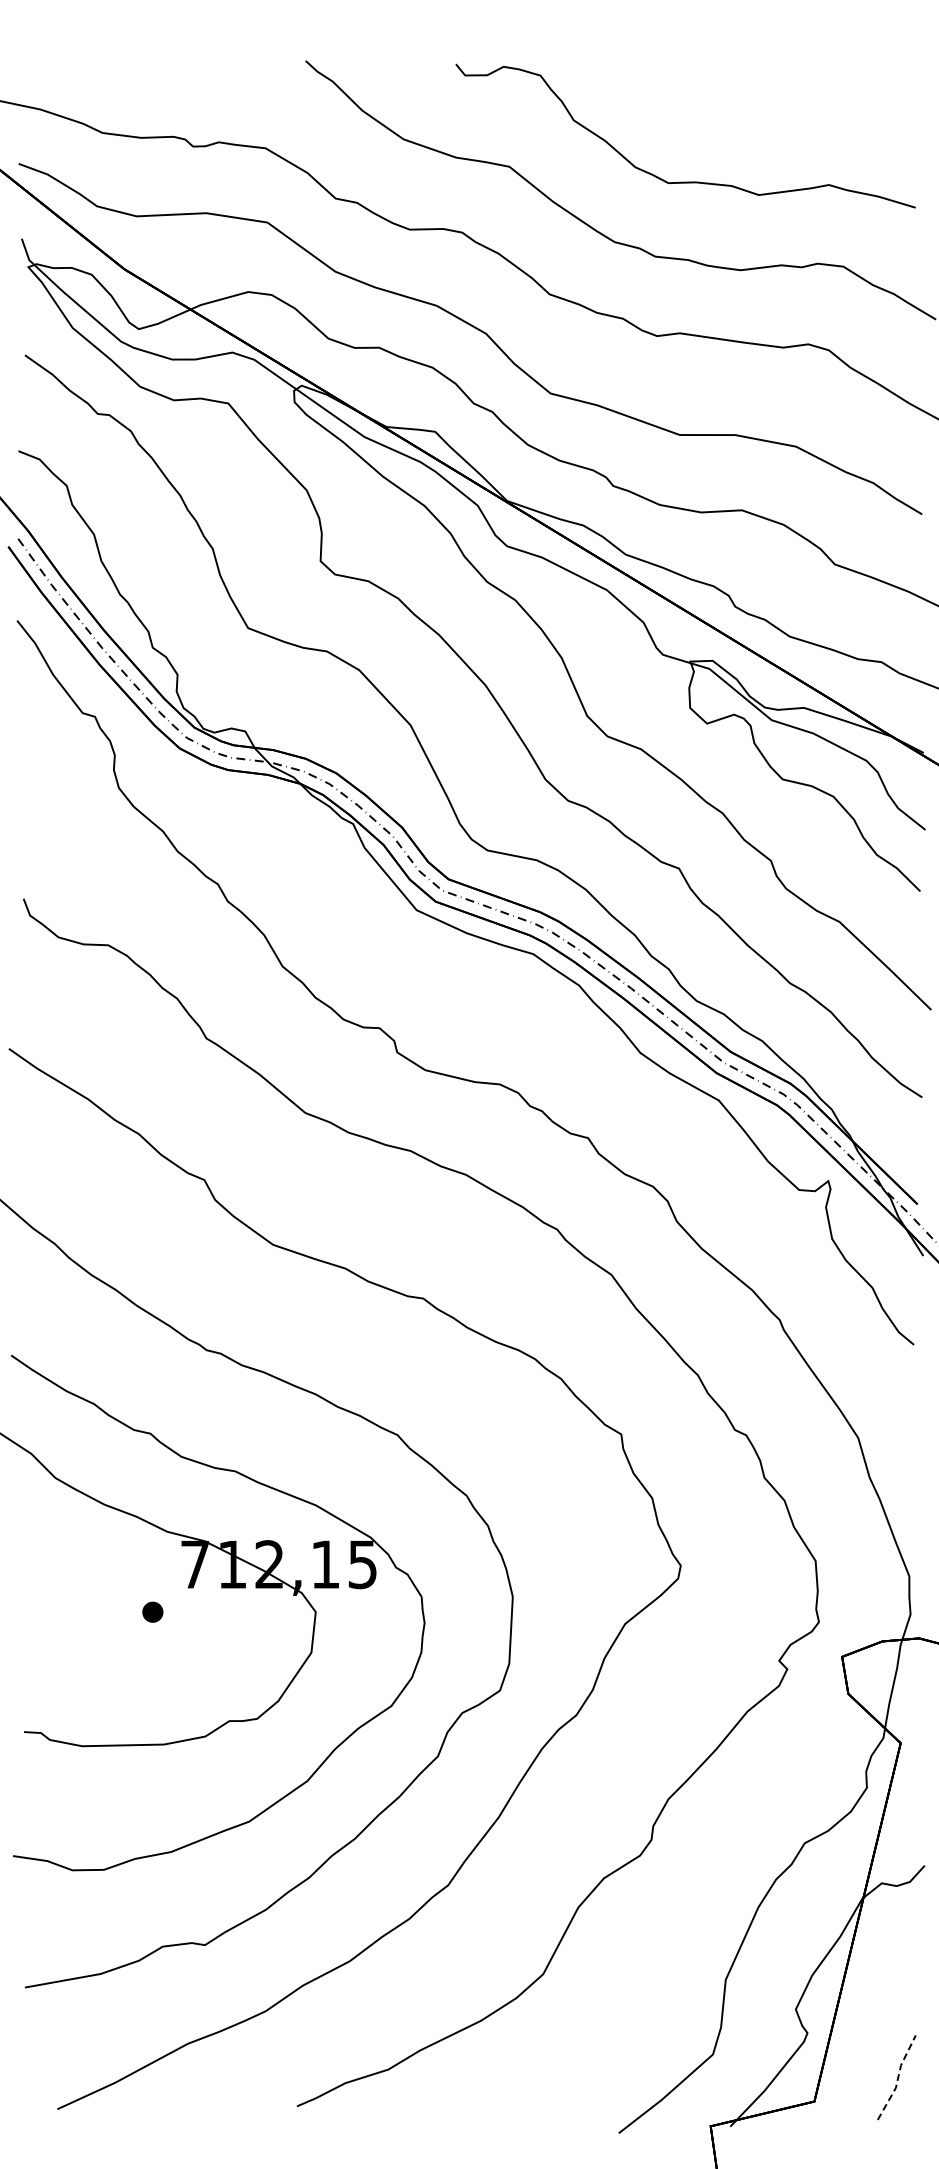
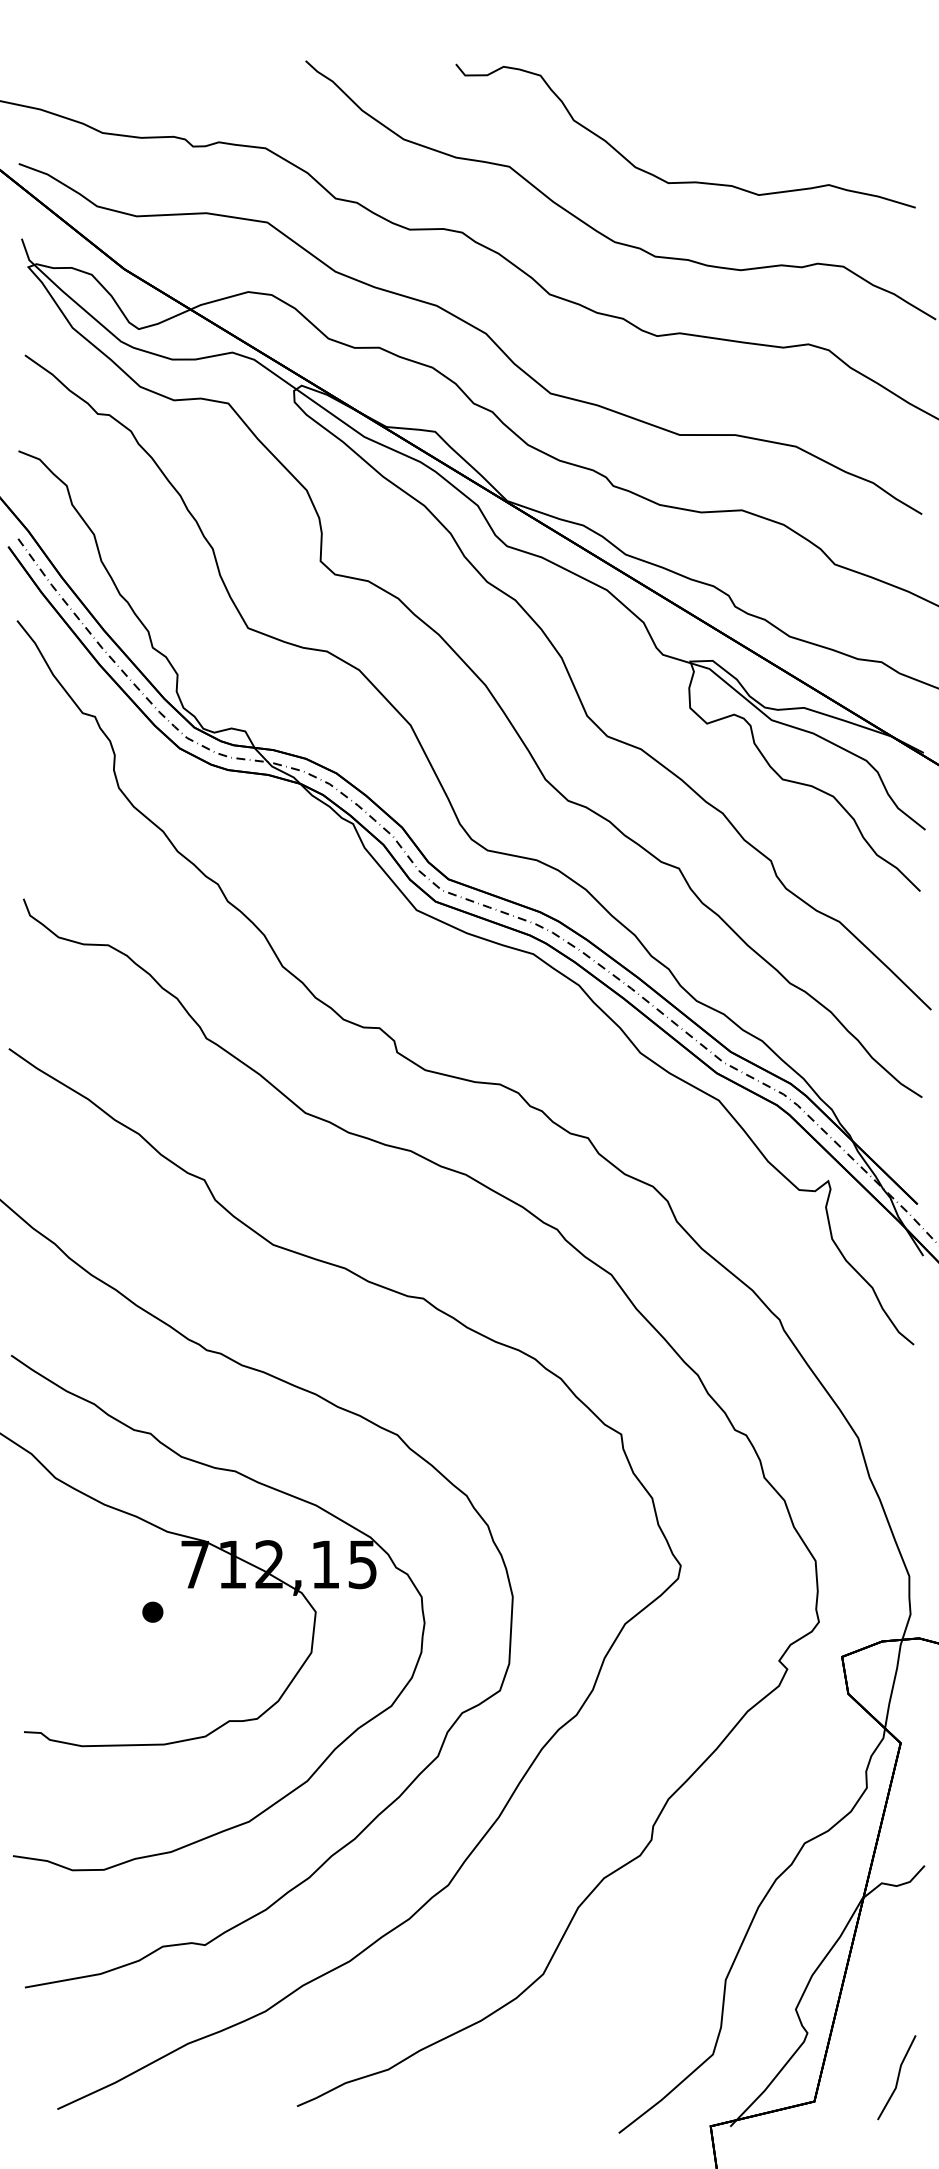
line at (898, 2077): dashed -> solid
